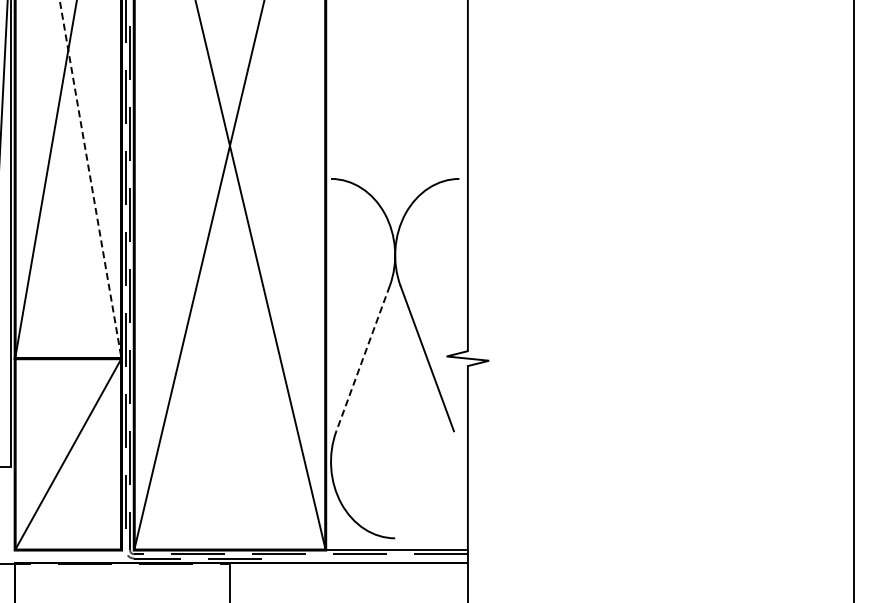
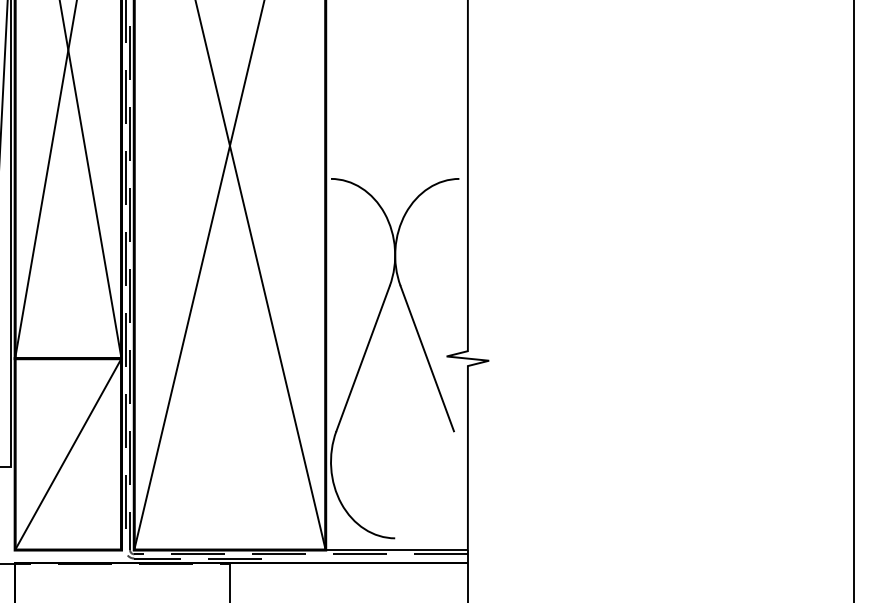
line at (90, 180): dashed -> solid
line at (362, 359): dashed -> solid
